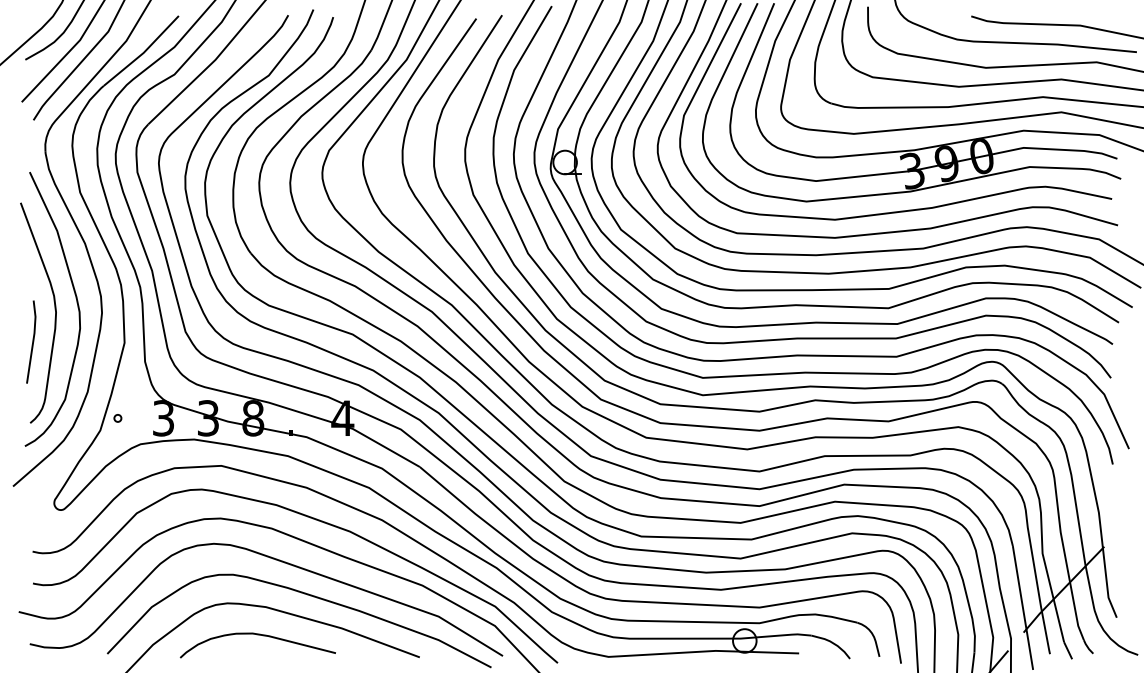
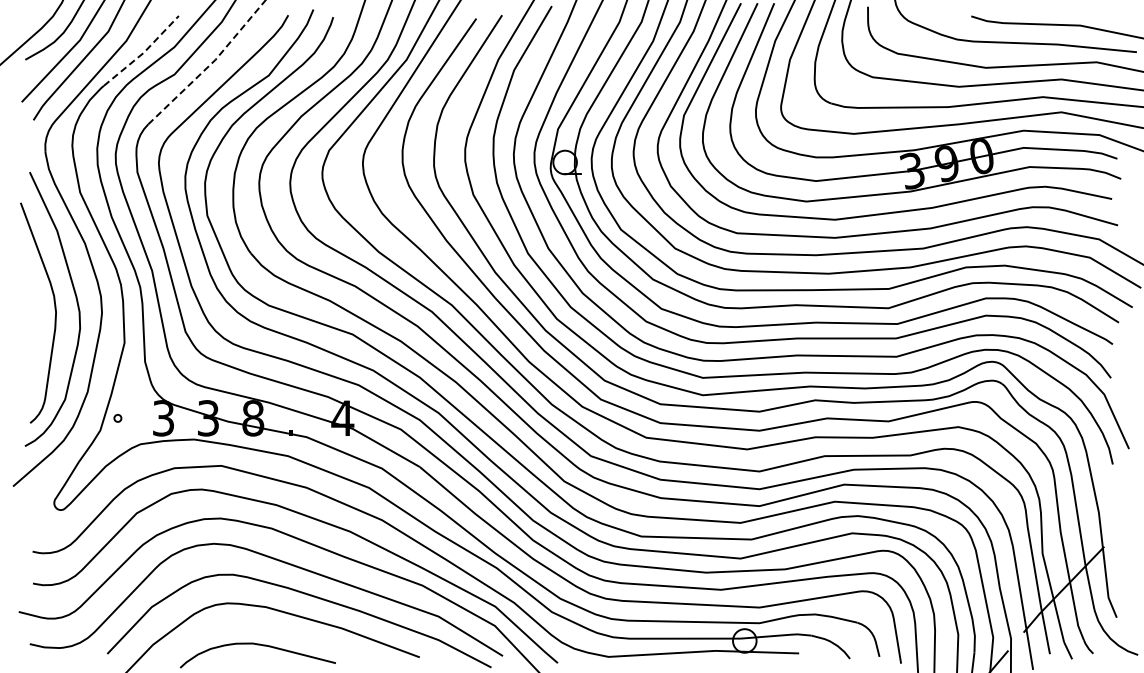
line at (143, 52): solid -> dashed
line at (210, 64): solid -> dashed
line at (32, 341): present -> none
curve at (257, 635) position: (257, 635) -> (257, 645)
